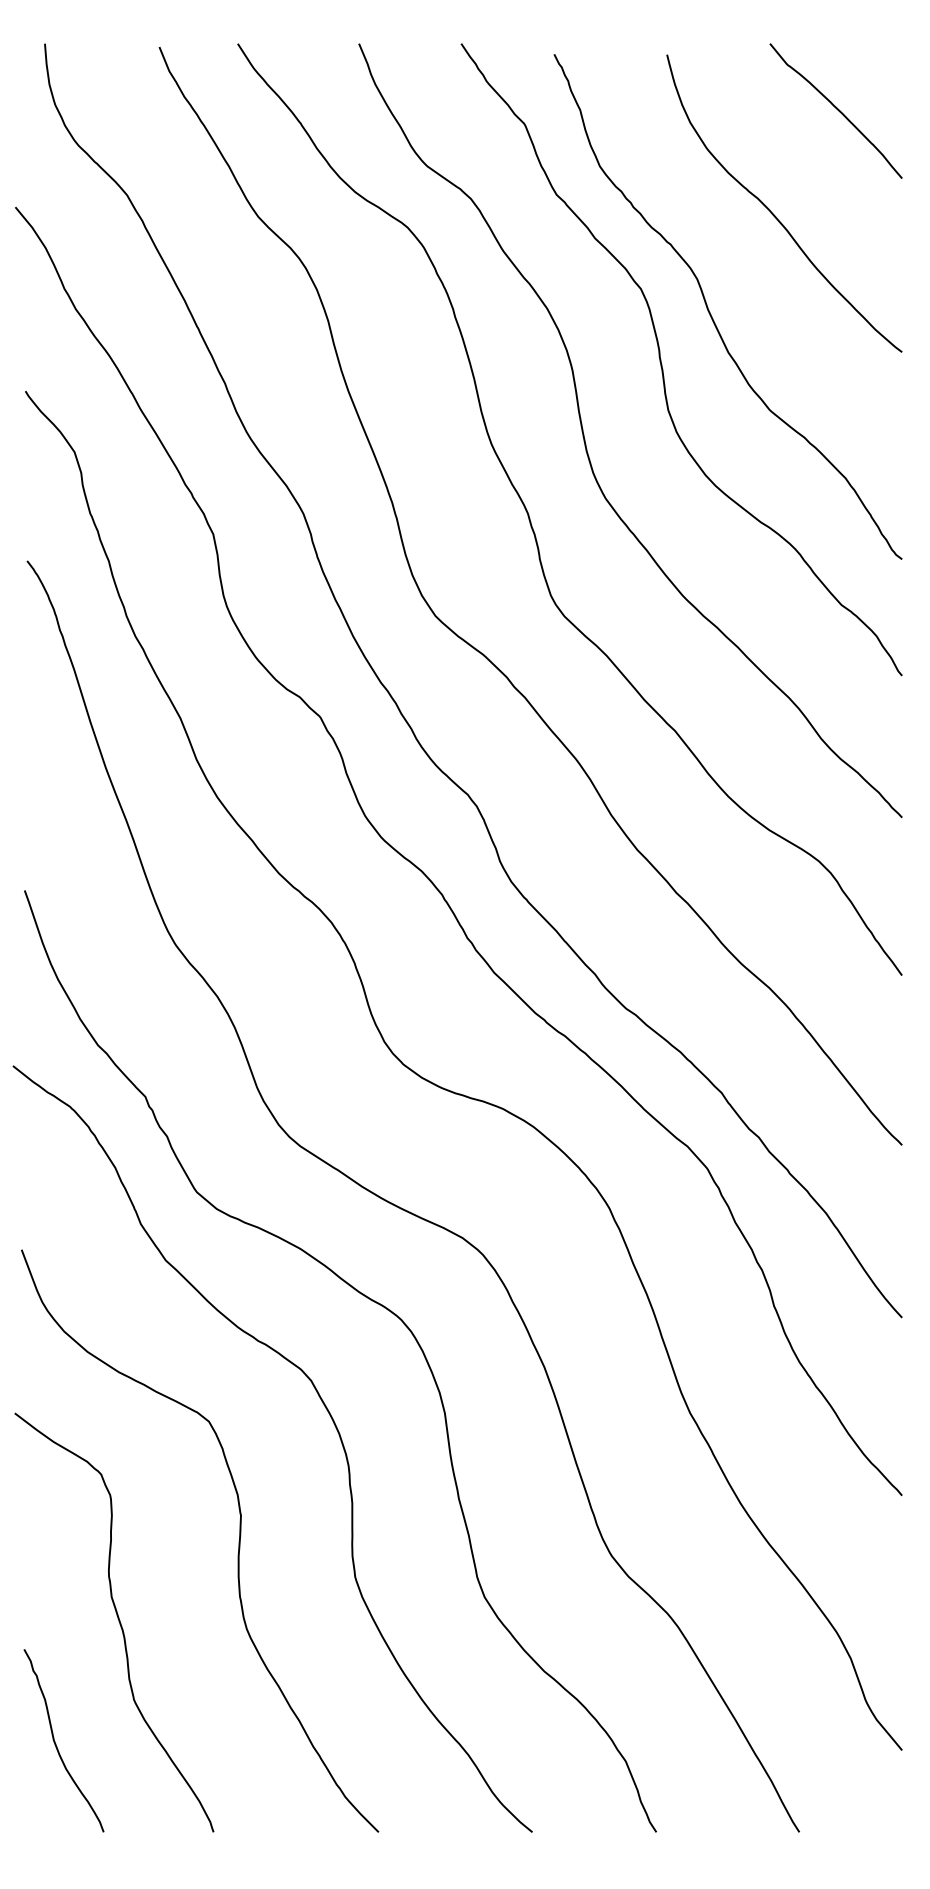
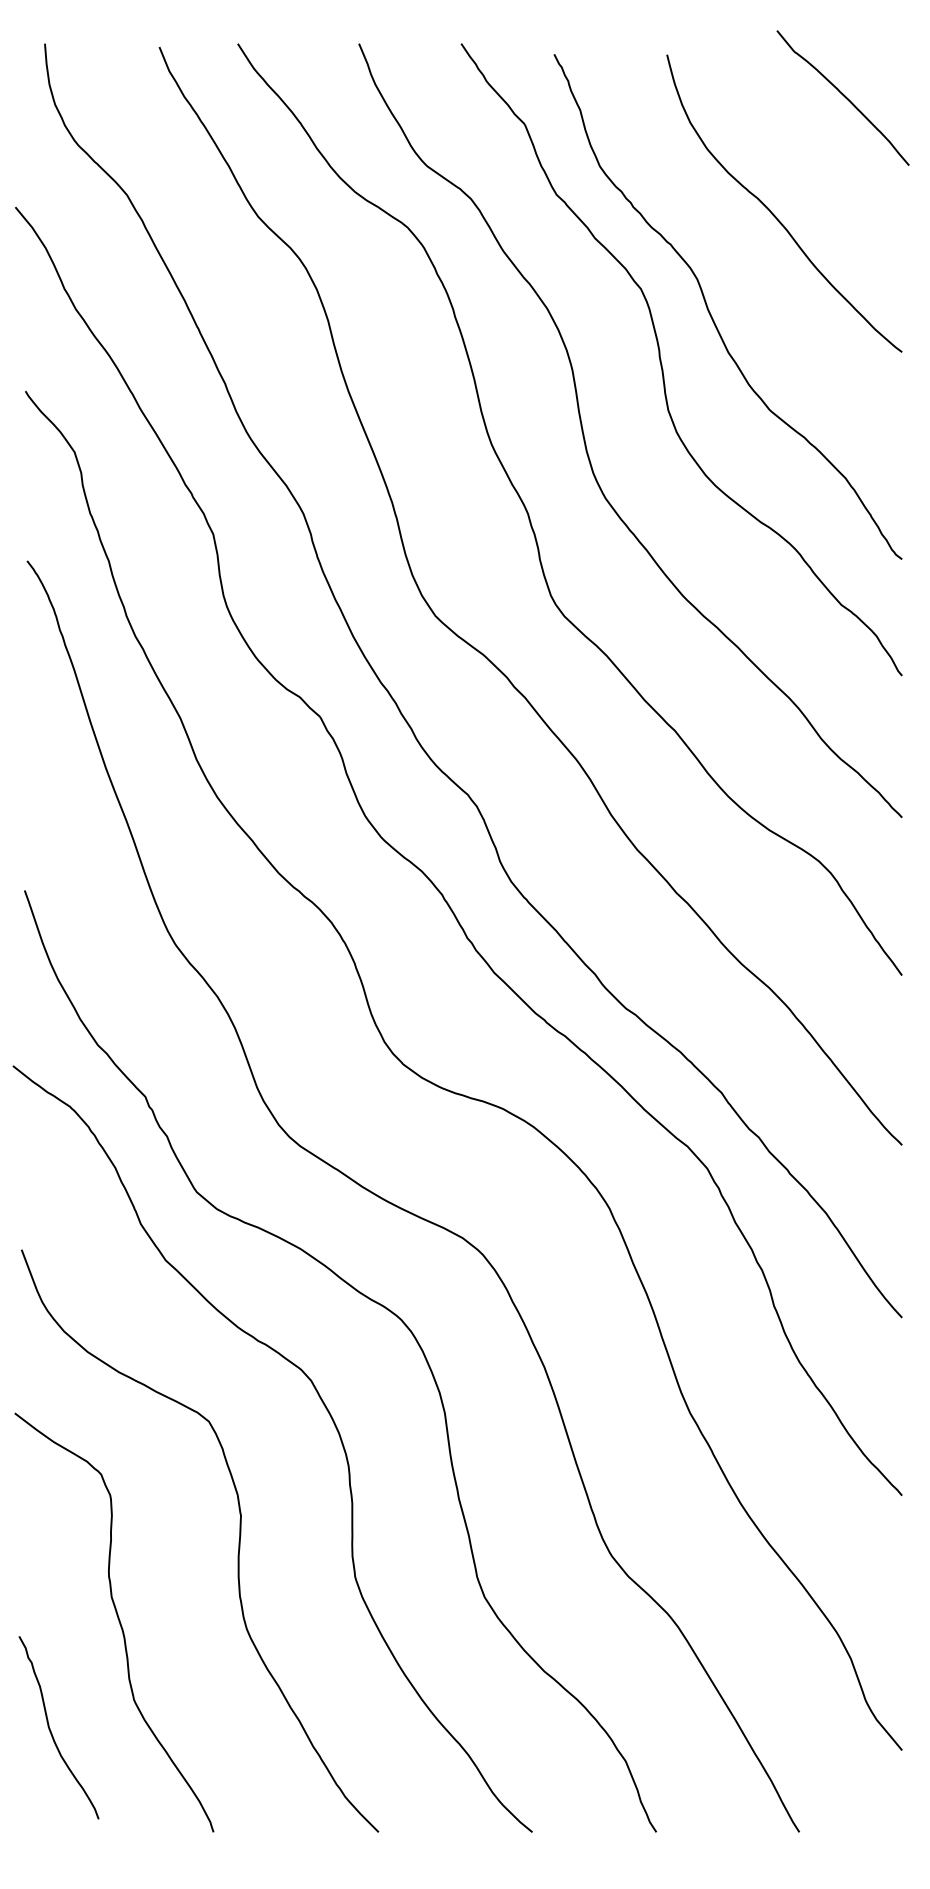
curve at (836, 109) position: (836, 109) -> (843, 96)
curve at (56, 1743) position: (56, 1743) -> (51, 1730)
